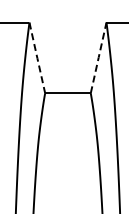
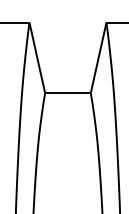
line at (37, 57): dashed -> solid
line at (98, 58): dashed -> solid
